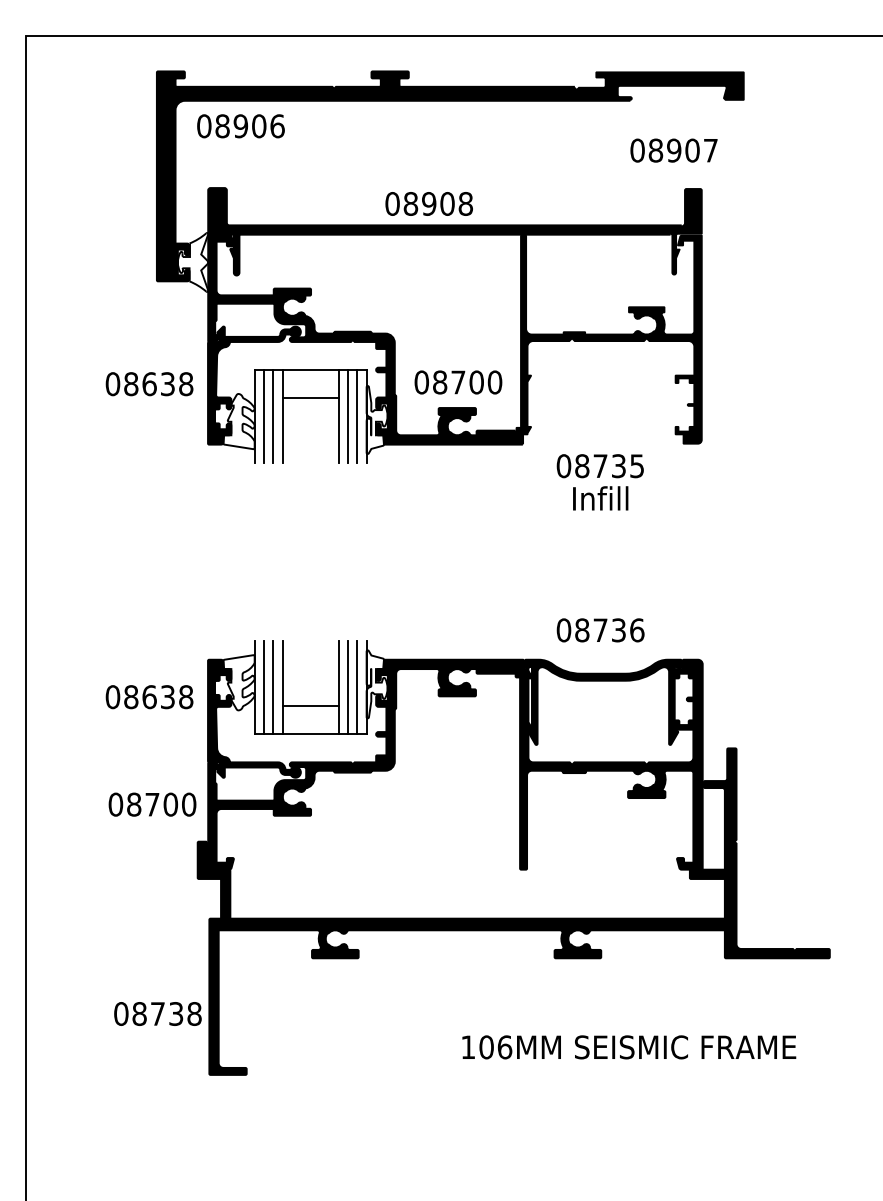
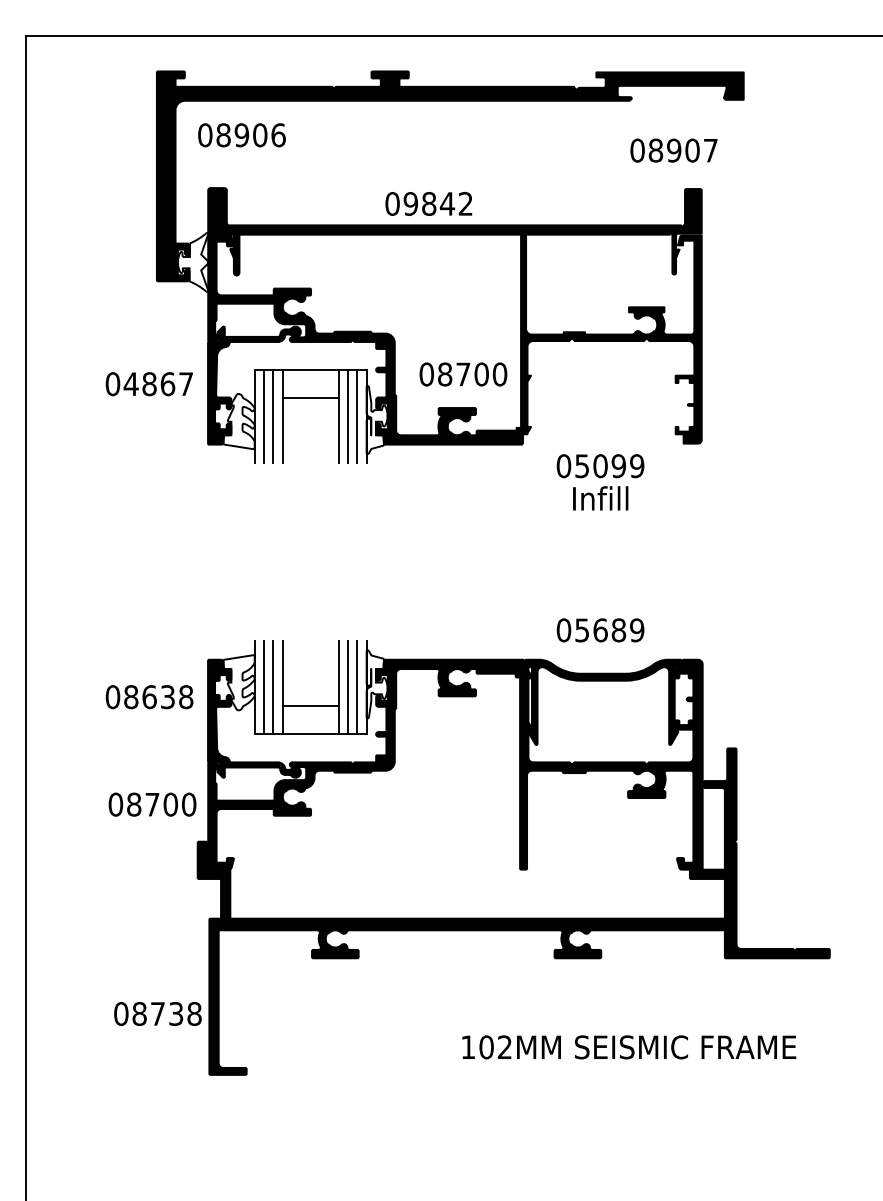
text at (240, 126) position: (240, 126) -> (241, 135)
text at (437, 203): 08908 -> 09842
text at (458, 382) position: (458, 382) -> (463, 374)
text at (158, 384): 08638 -> 04867
text at (609, 466): 08735 -> 05099
text at (609, 630): 08736 -> 05689
text at (504, 1047): 106MM -> 102MM
